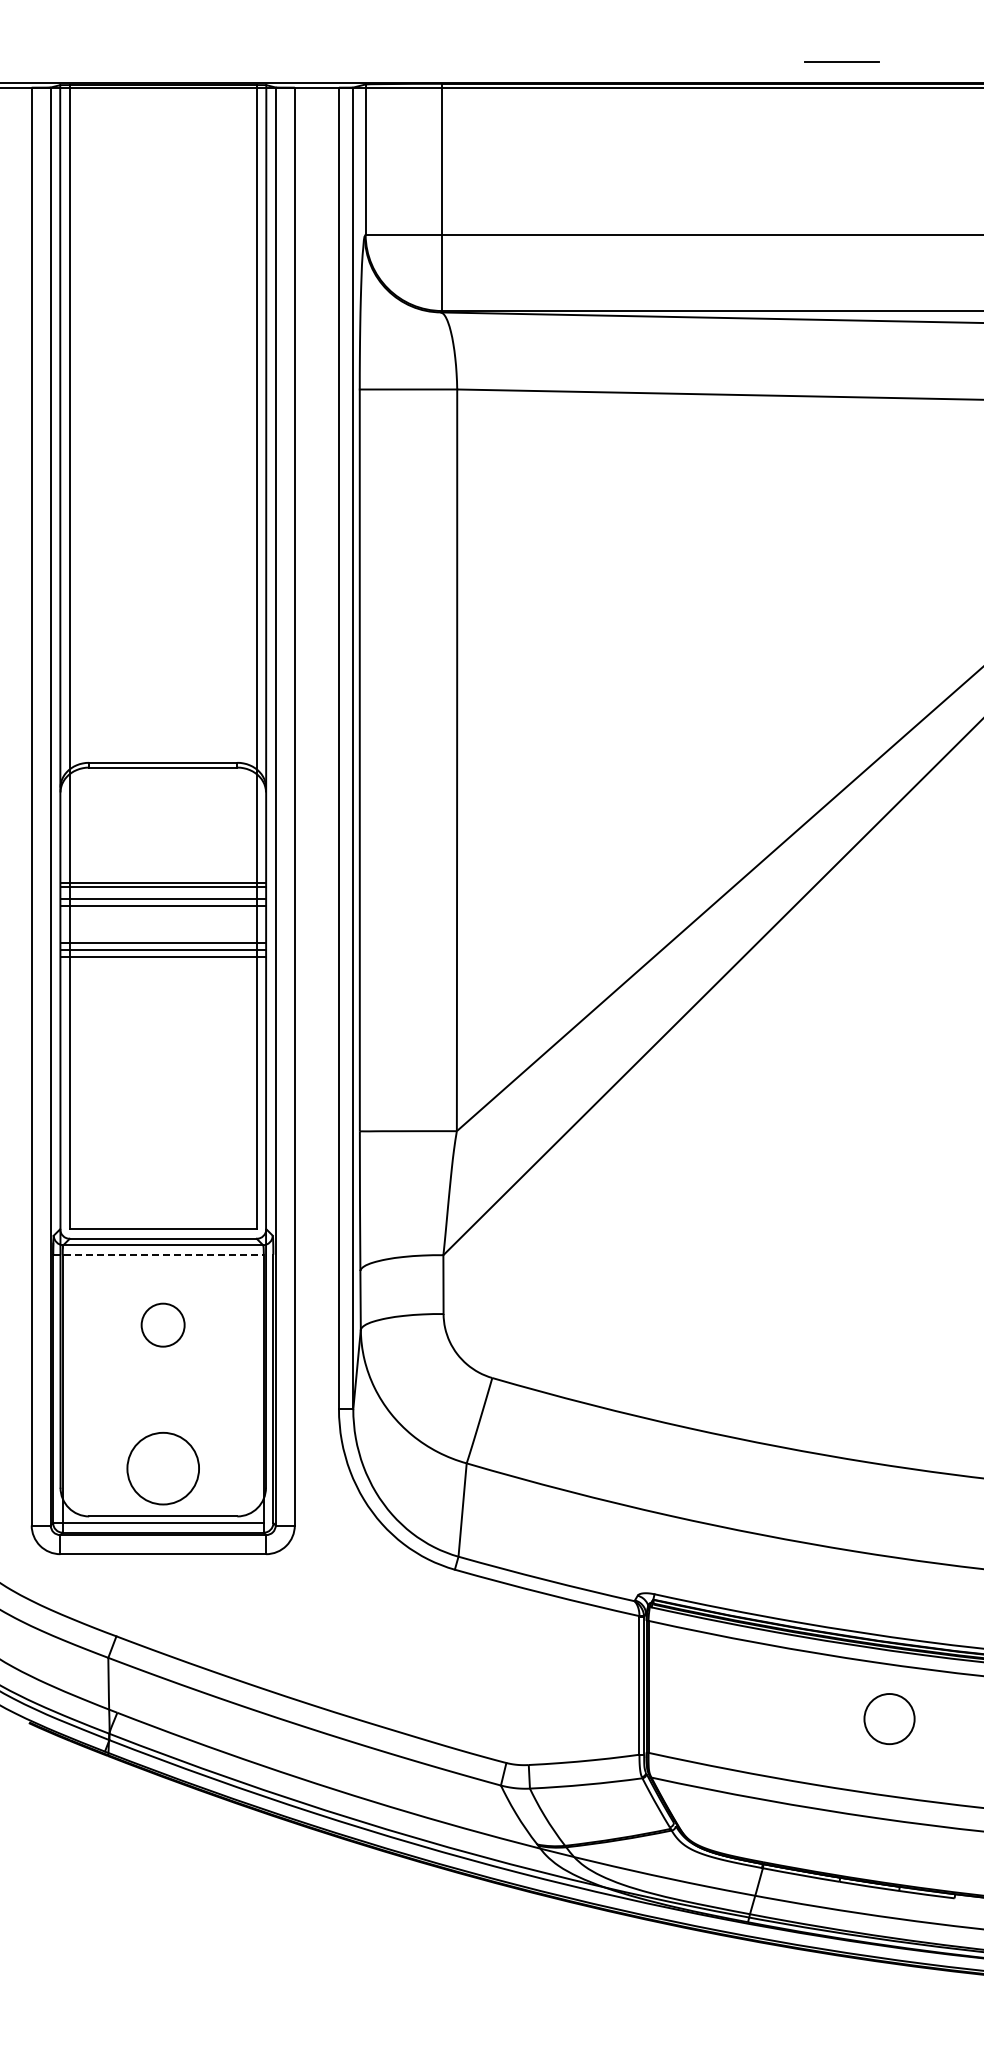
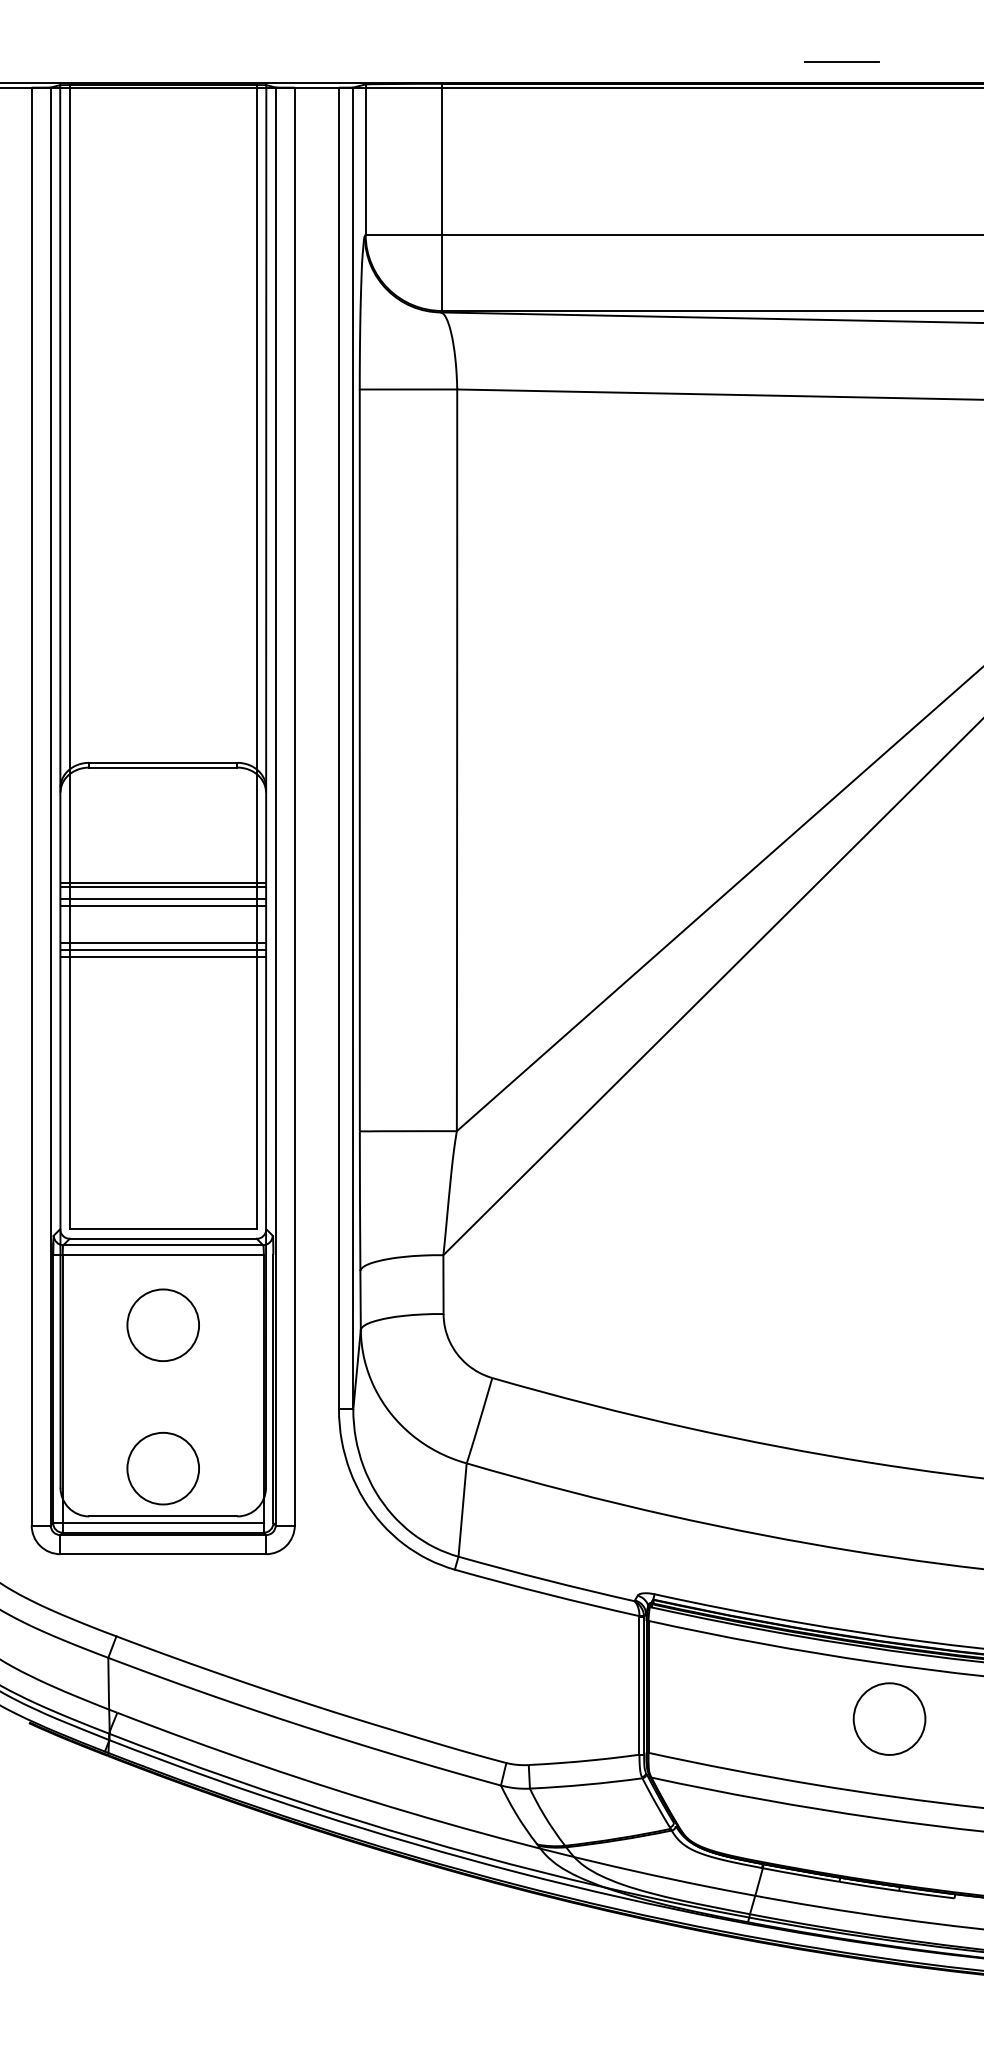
line at (158, 1254): dashed -> solid
circle at (162, 1324) size: 46x46 px -> 74x74 px
circle at (889, 1719) size: 53x53 px -> 75x74 px
